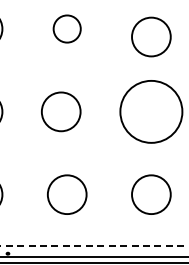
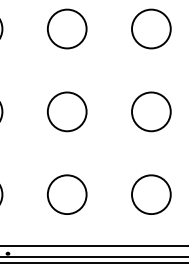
circle at (66, 28) diameter: 27 px -> 39 px
circle at (151, 36) position: (151, 36) -> (151, 28)
circle at (61, 111) position: (61, 111) -> (67, 111)
circle at (151, 111) diameter: 62 px -> 39 px
line at (94, 245): dashed -> solid
